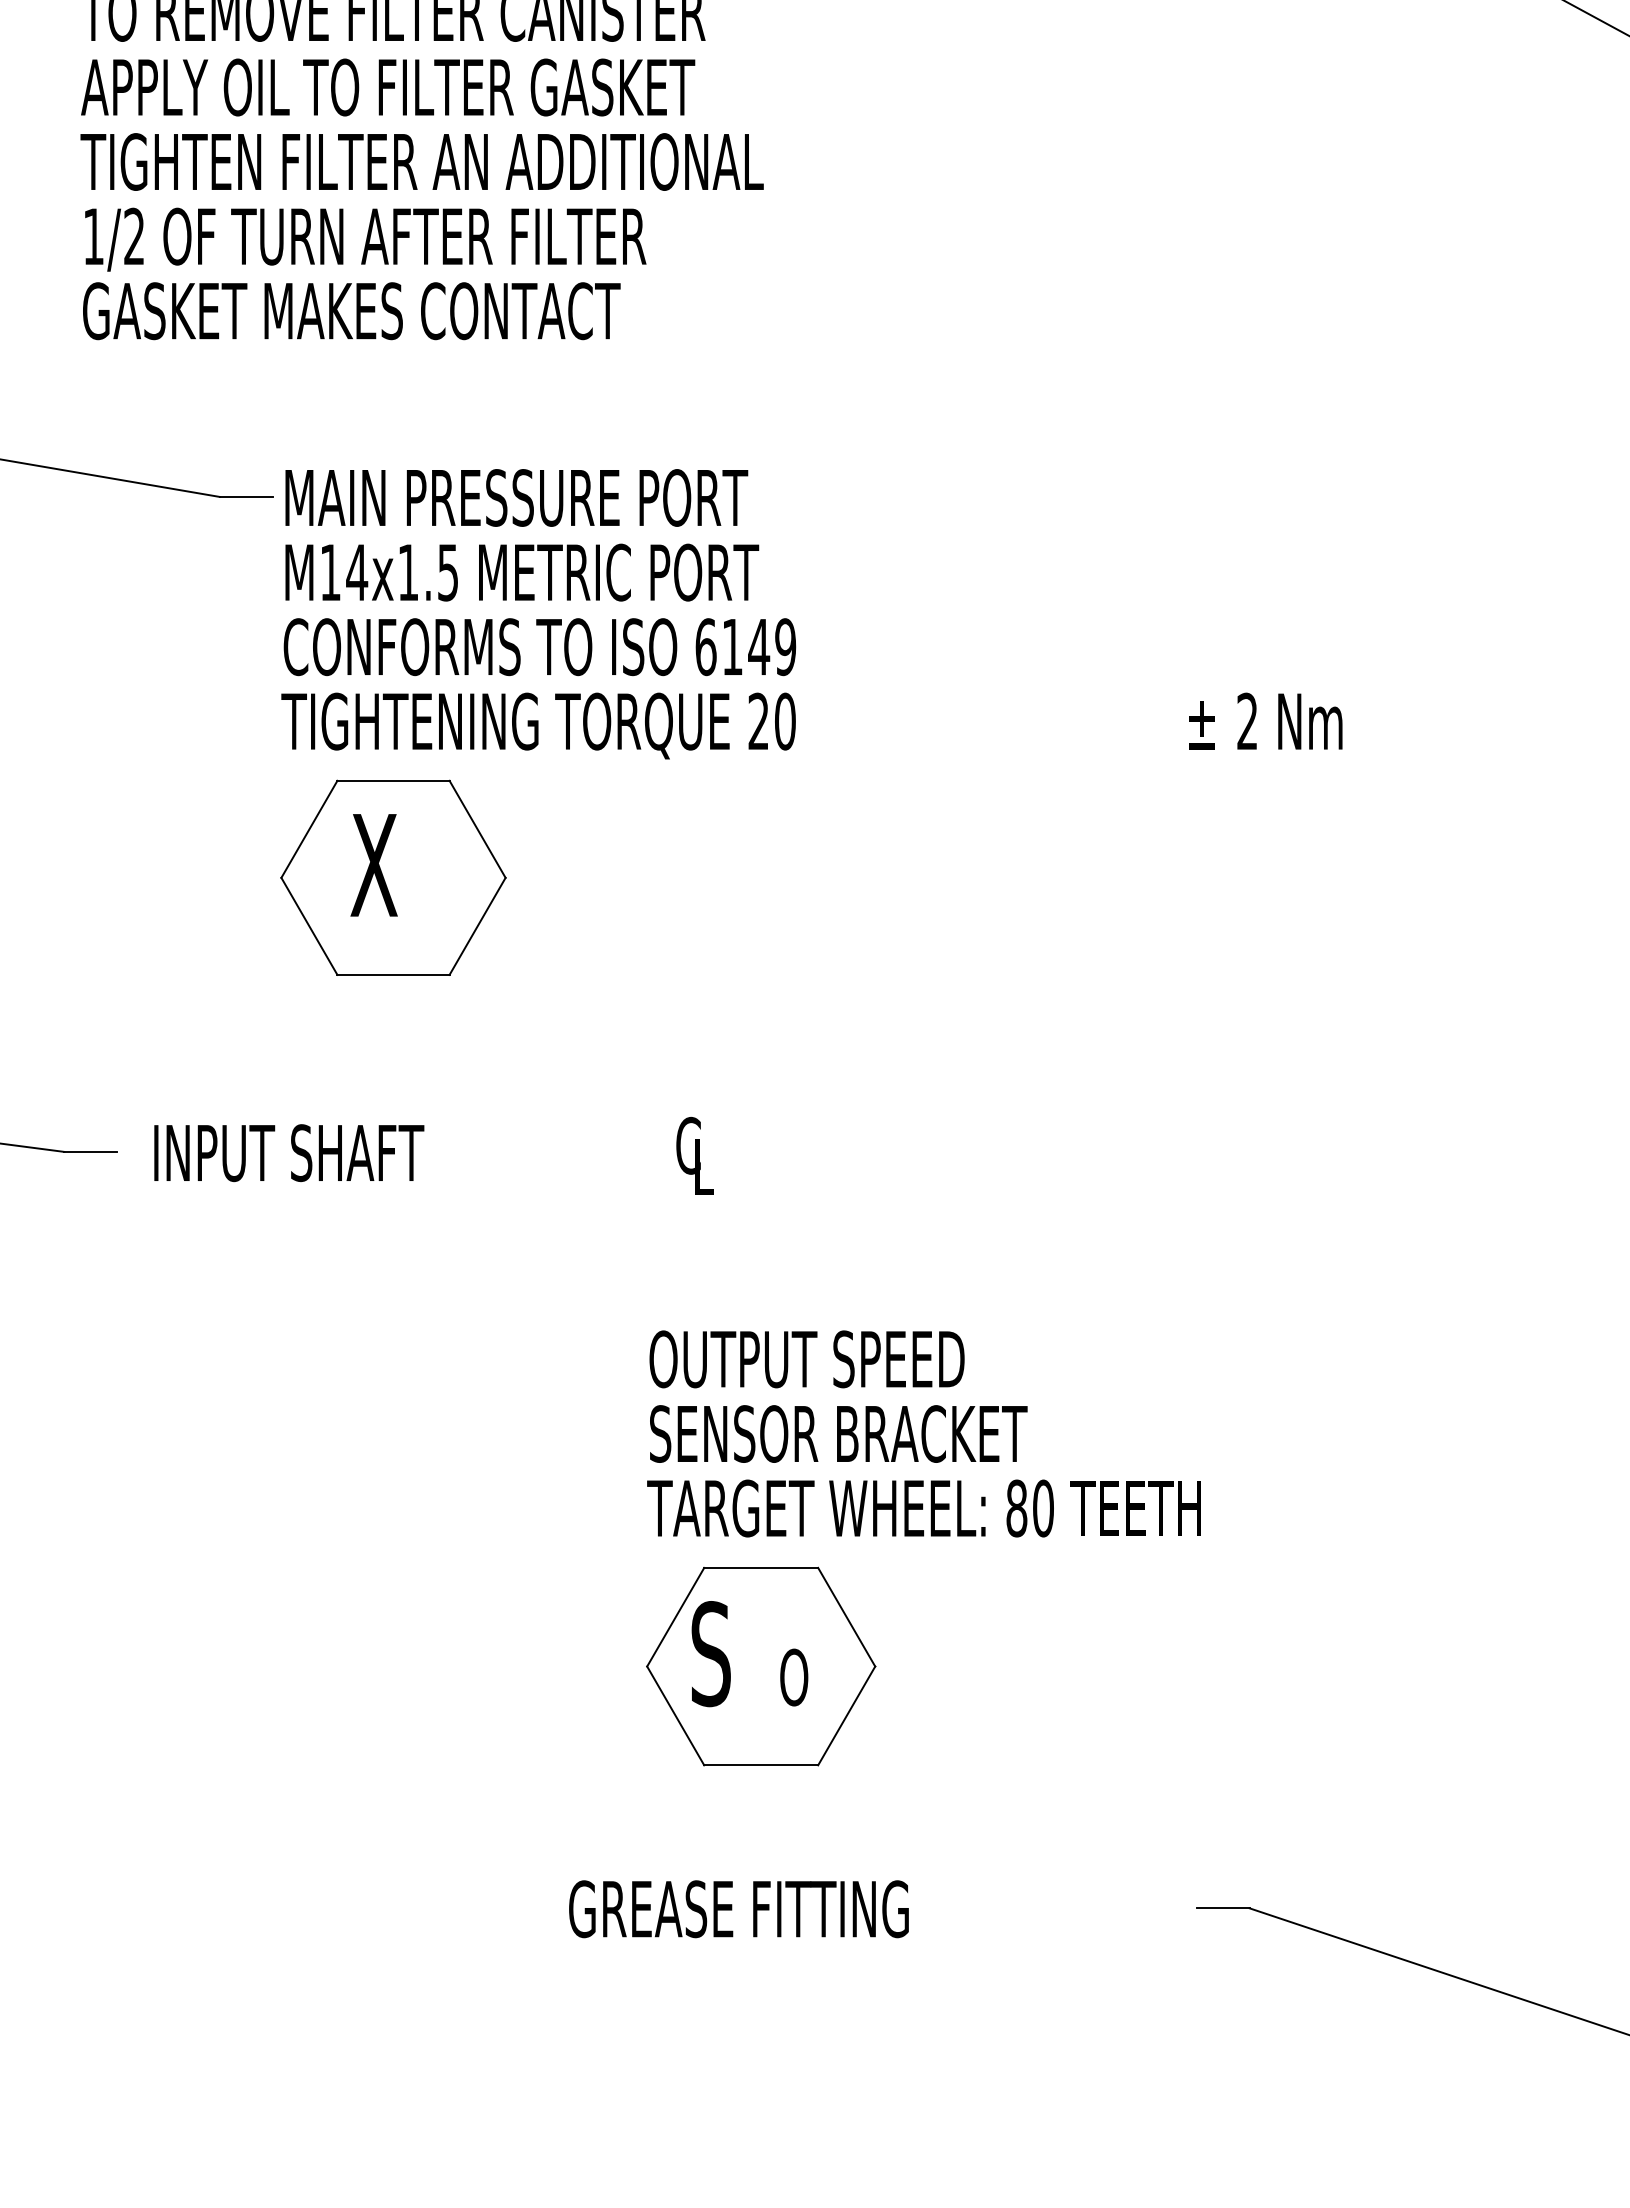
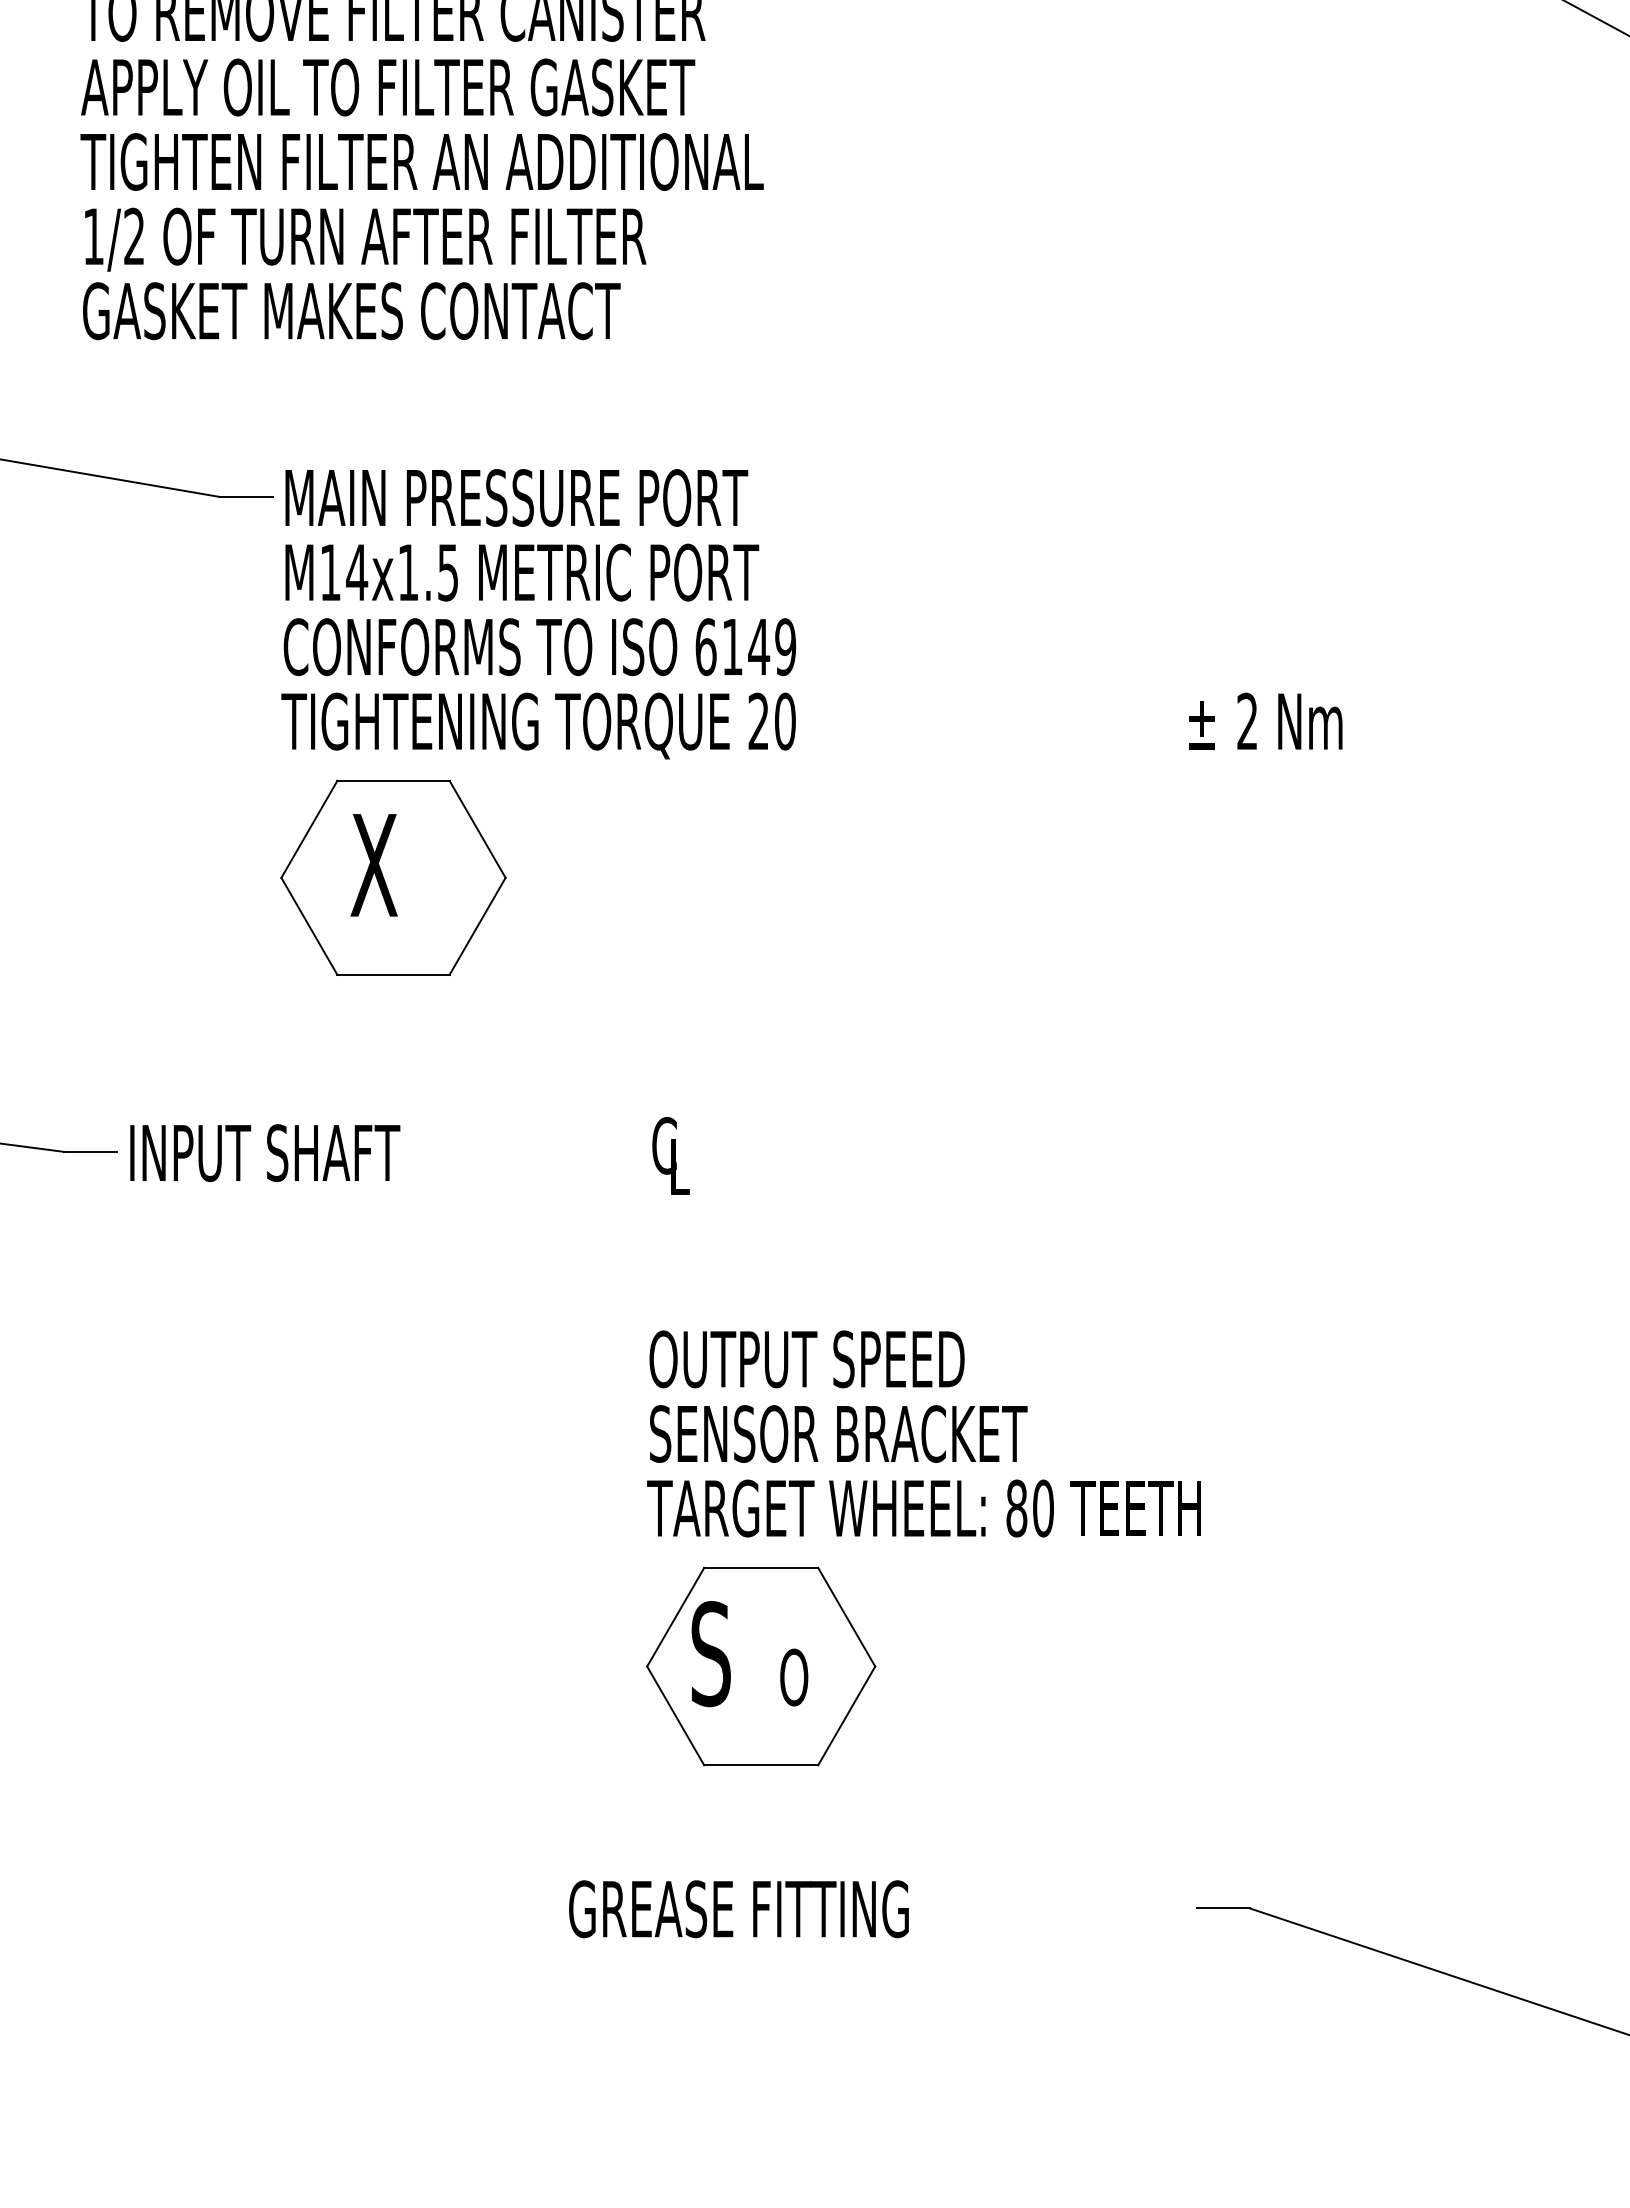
text at (433, 1155) position: (433, 1155) -> (409, 1155)
